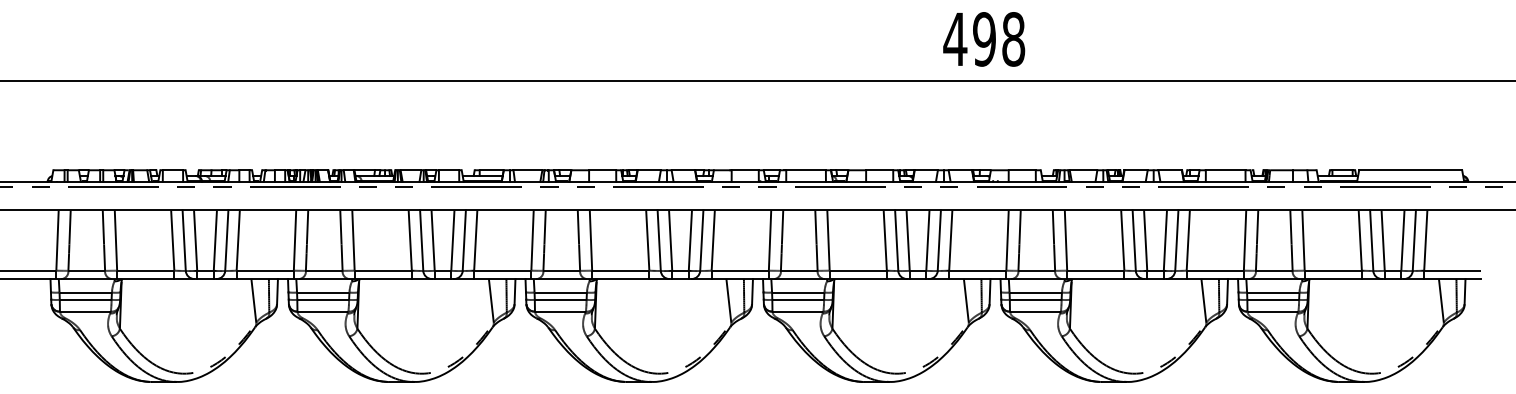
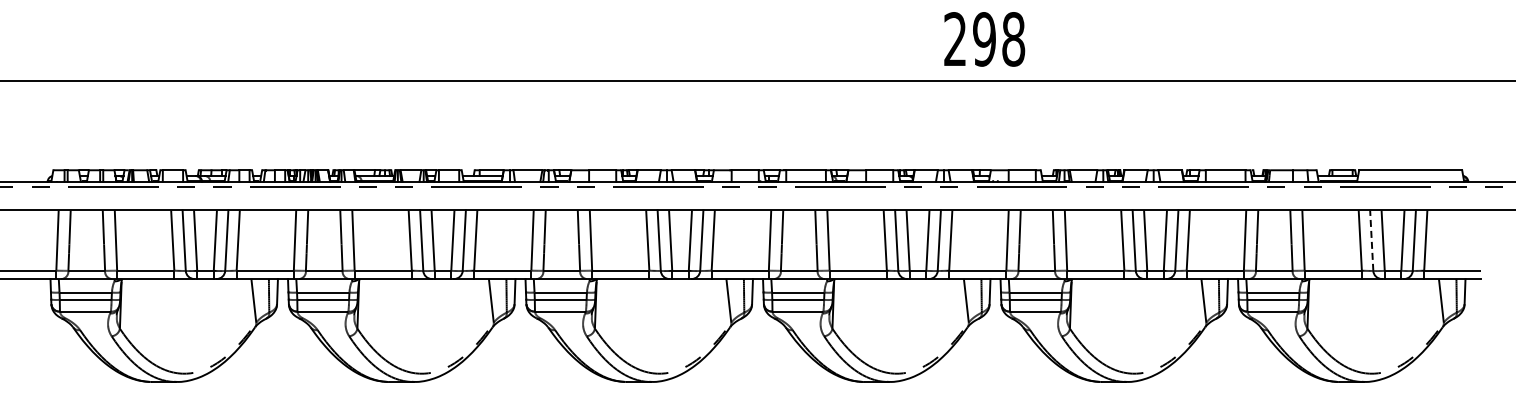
text at (955, 38): 498 -> 298
line at (1371, 240): solid -> dashed
